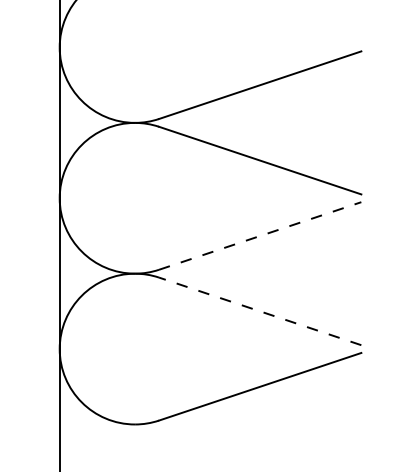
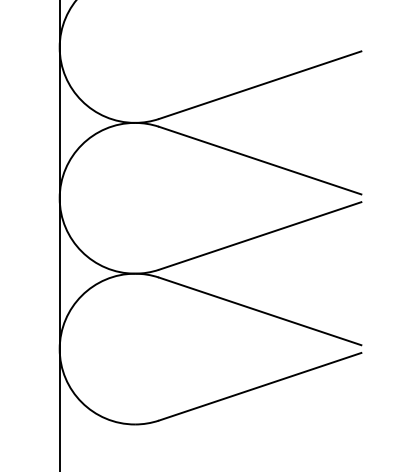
line at (260, 235): dashed -> solid
line at (260, 311): dashed -> solid
